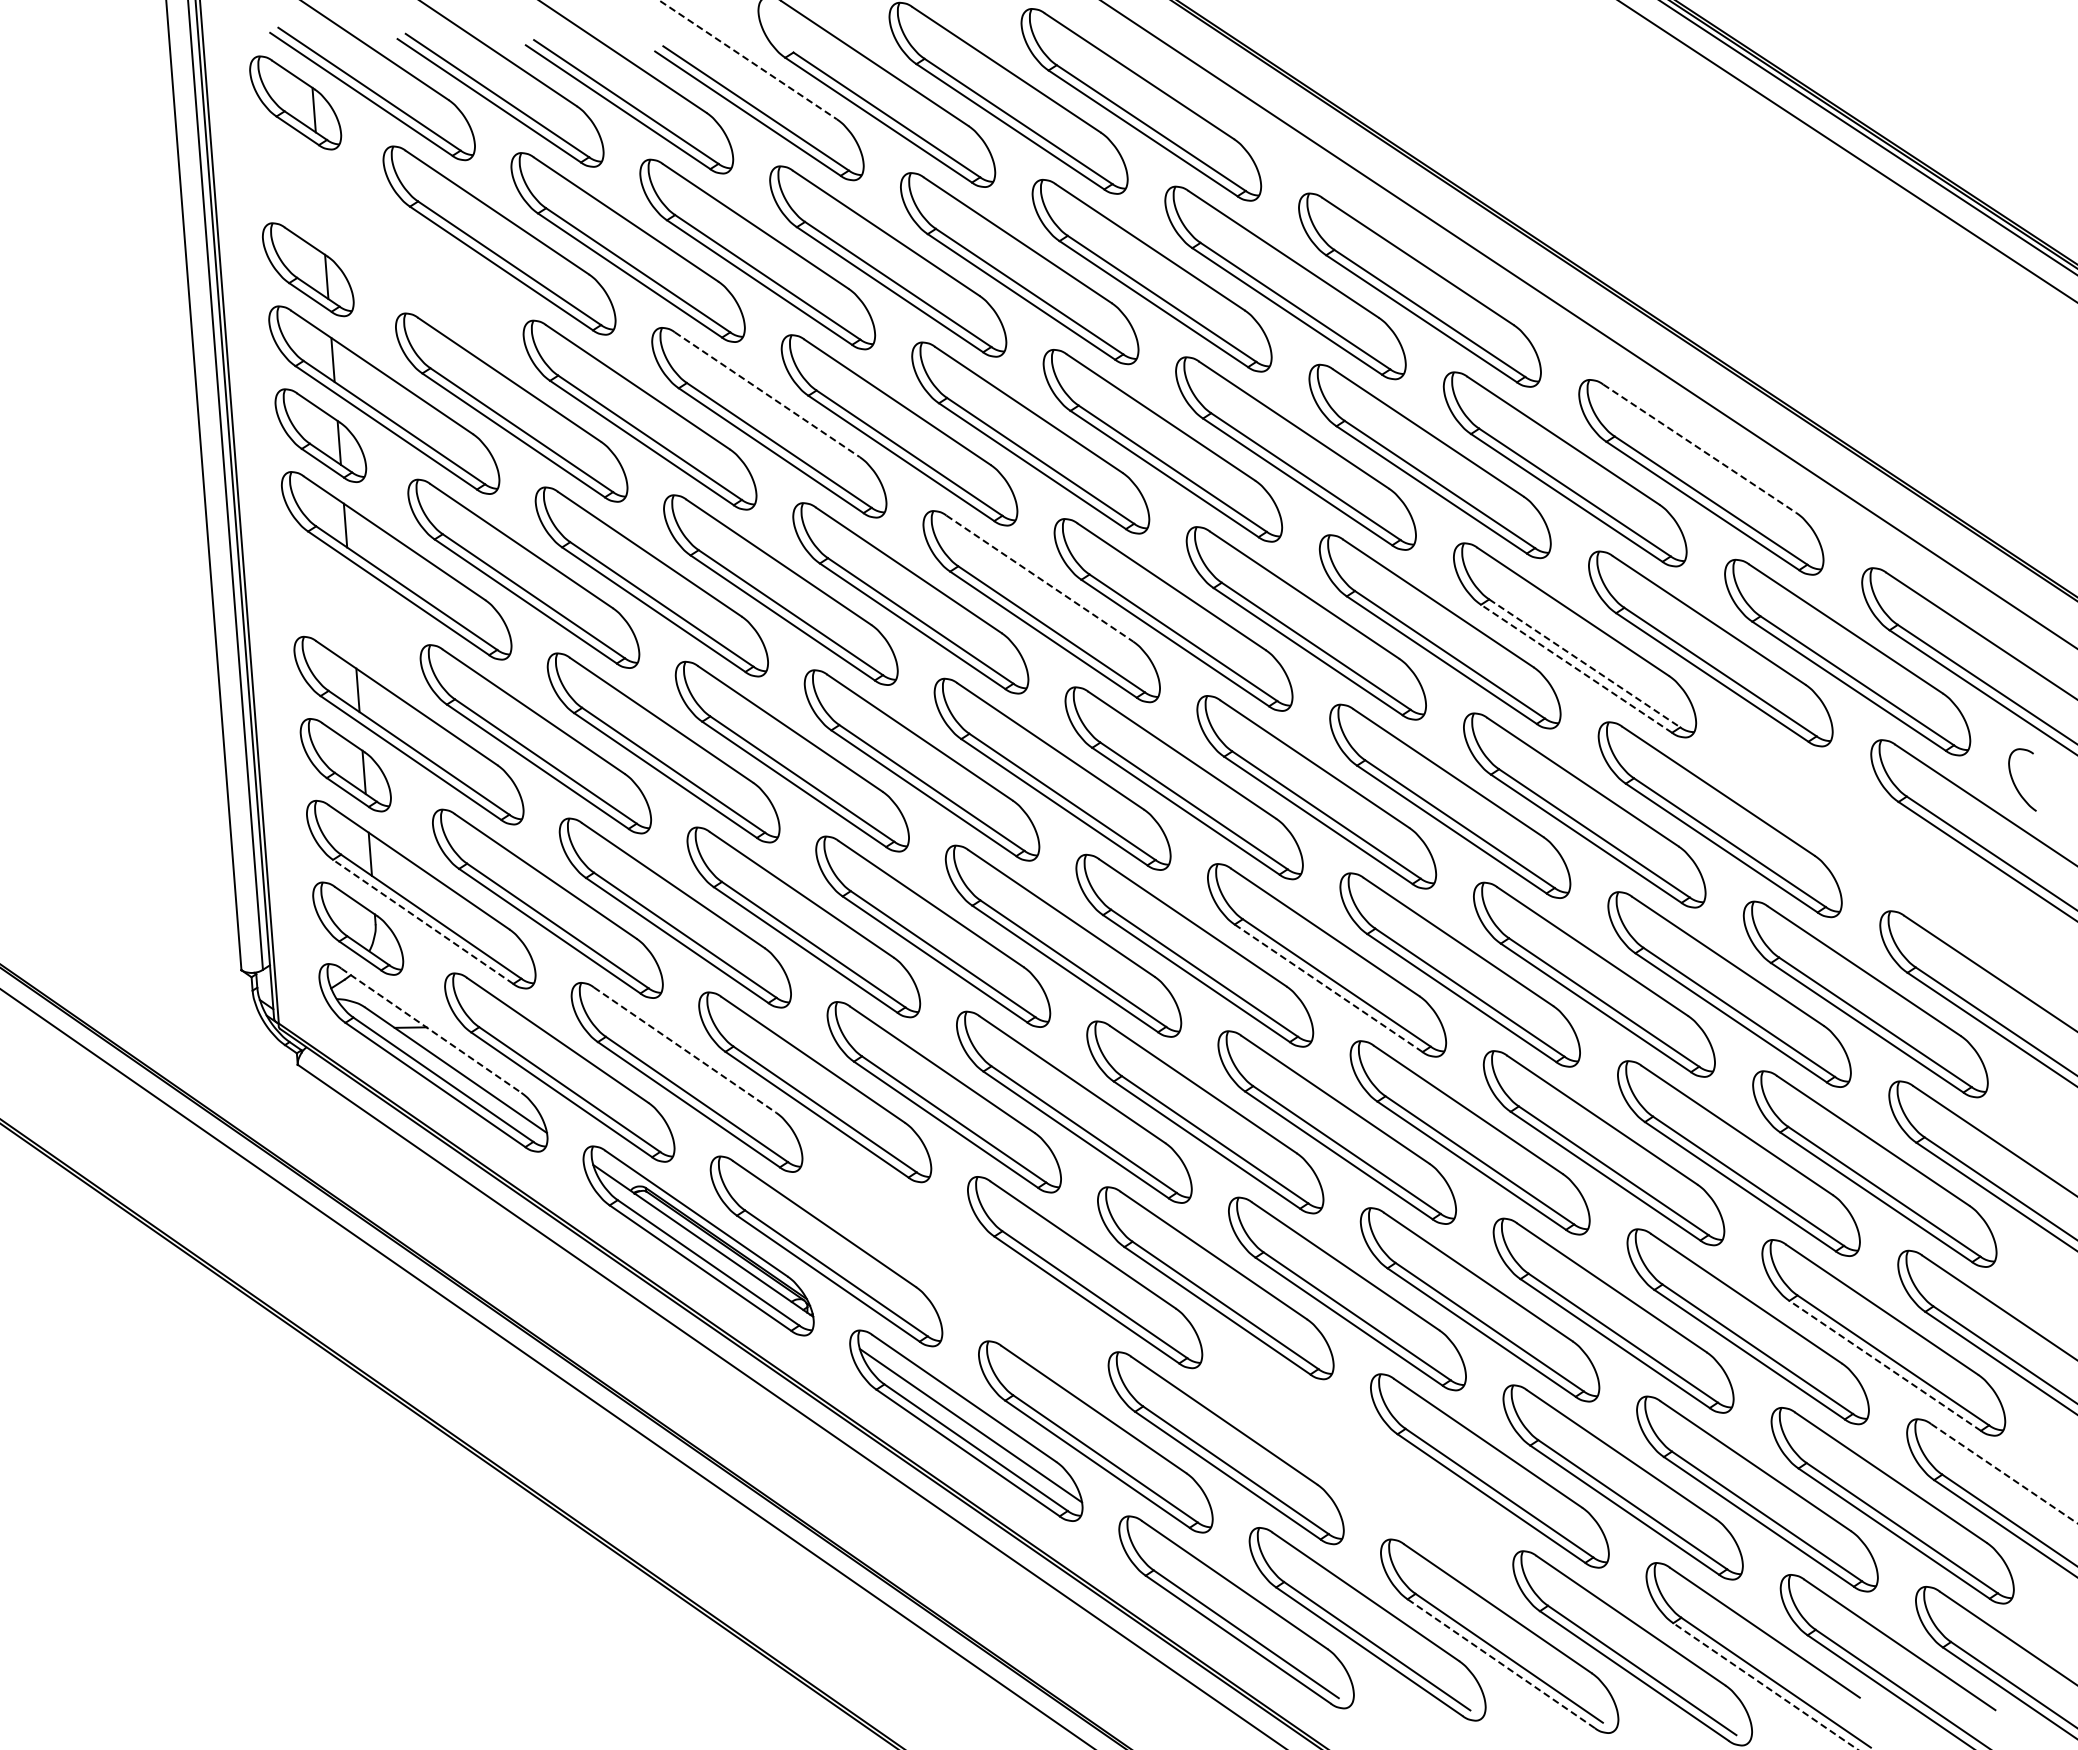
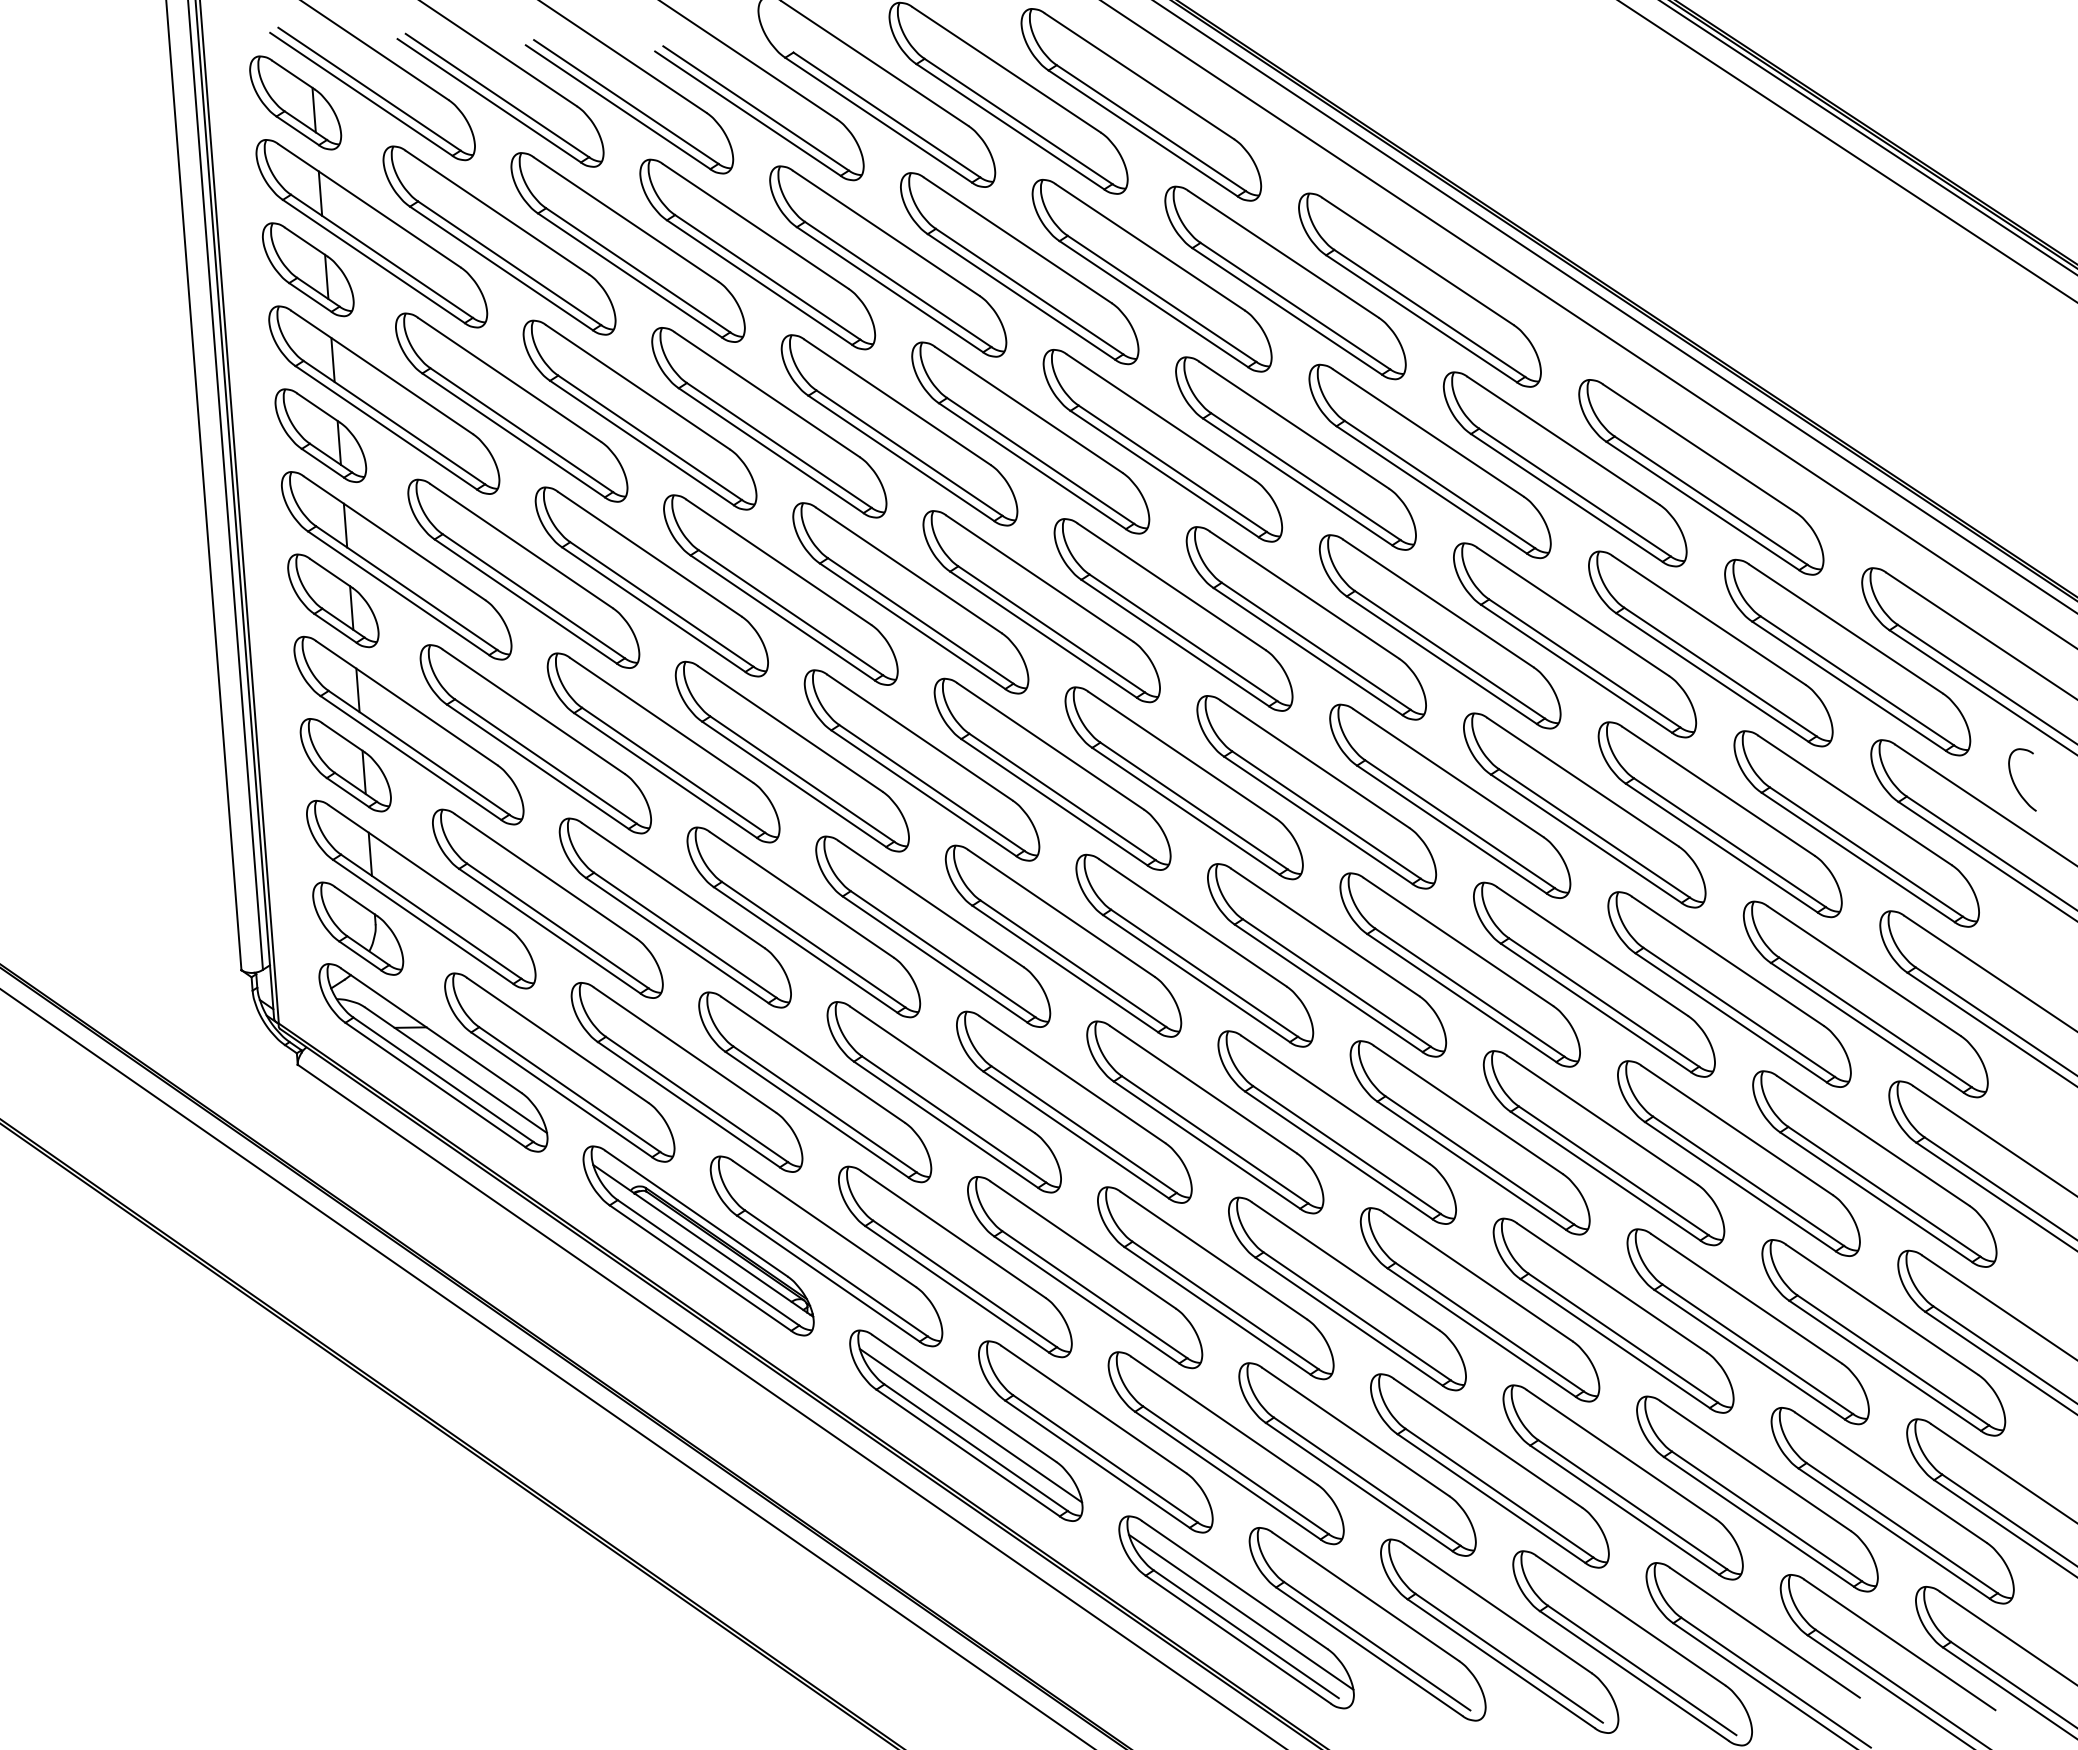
line at (748, 59): dashed -> solid
part at (371, 233): none -> present
line at (1614, 306): none -> present
line at (767, 394): dashed -> solid
line at (1699, 448): dashed -> solid
line at (1039, 578): dashed -> solid
part at (333, 600): none -> present
line at (1584, 663): dashed -> solid
line at (1576, 668): dashed -> solid
part at (1856, 828): none -> present
line at (422, 921): dashed -> solid
line at (1328, 988): dashed -> solid
line at (431, 1030): dashed -> solid
line at (685, 1050): dashed -> solid
part at (955, 1261): none -> present
line at (1885, 1365): dashed -> solid
part at (1357, 1459): none -> present
line at (2004, 1474): dashed -> solid
line at (1240, 1611): none -> present
line at (1501, 1663): dashed -> solid
line at (1765, 1686): dashed -> solid
